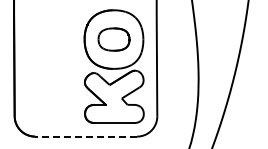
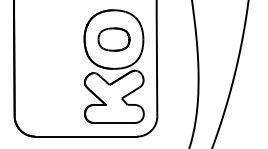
line at (86, 136): dashed -> solid
